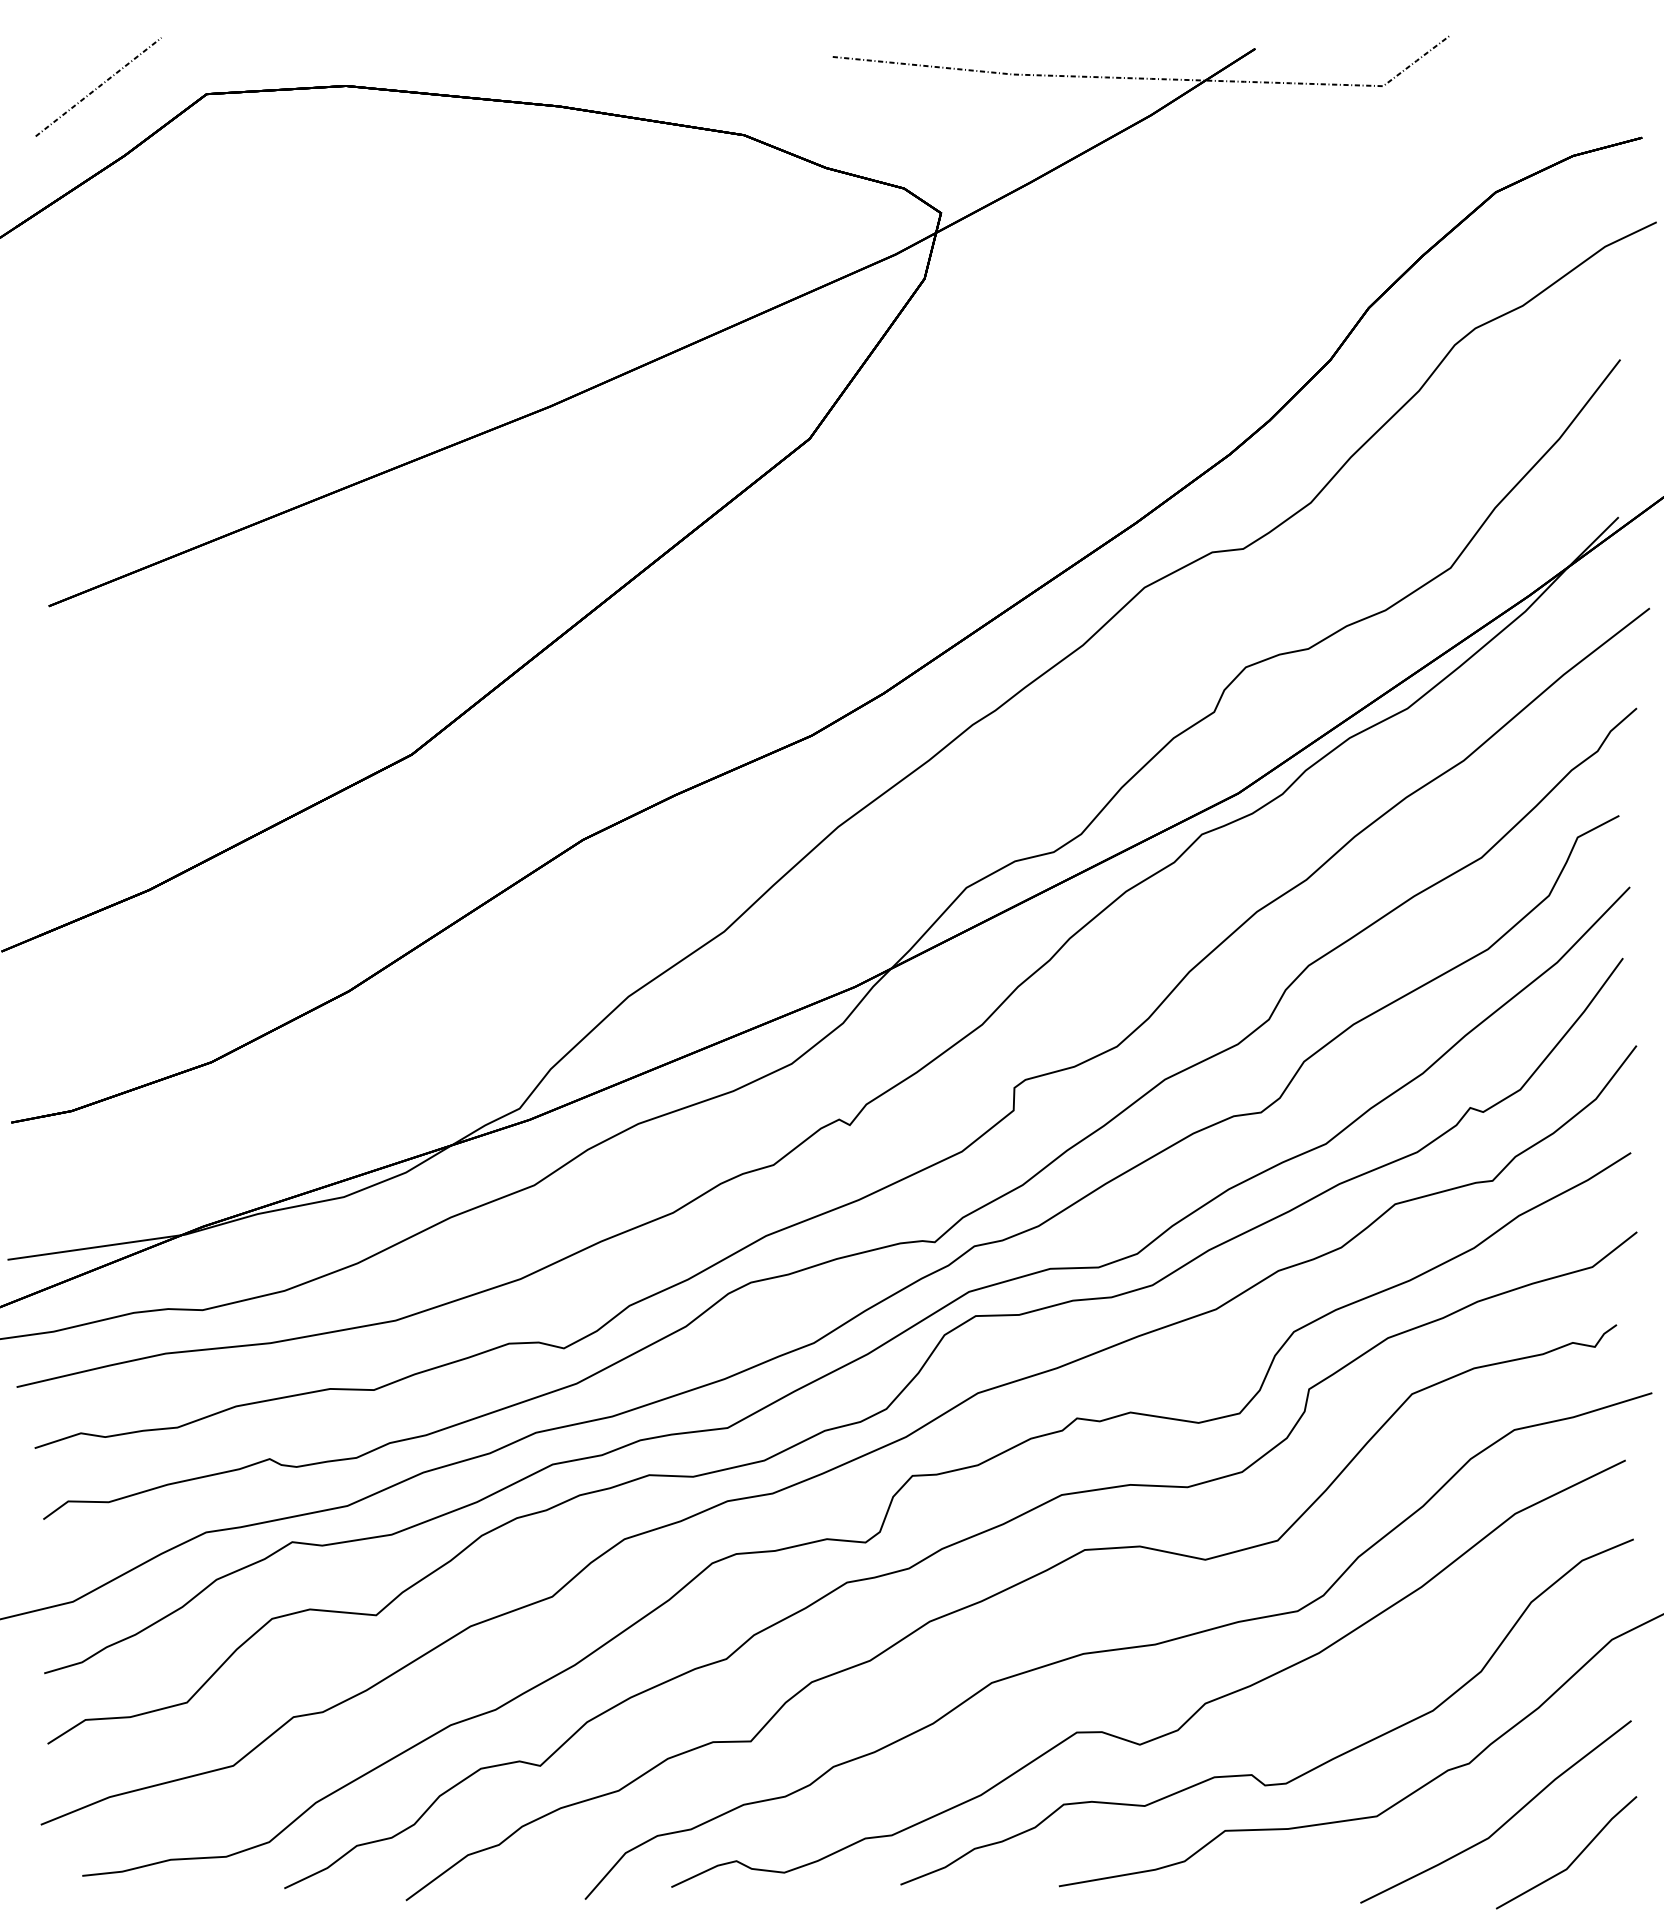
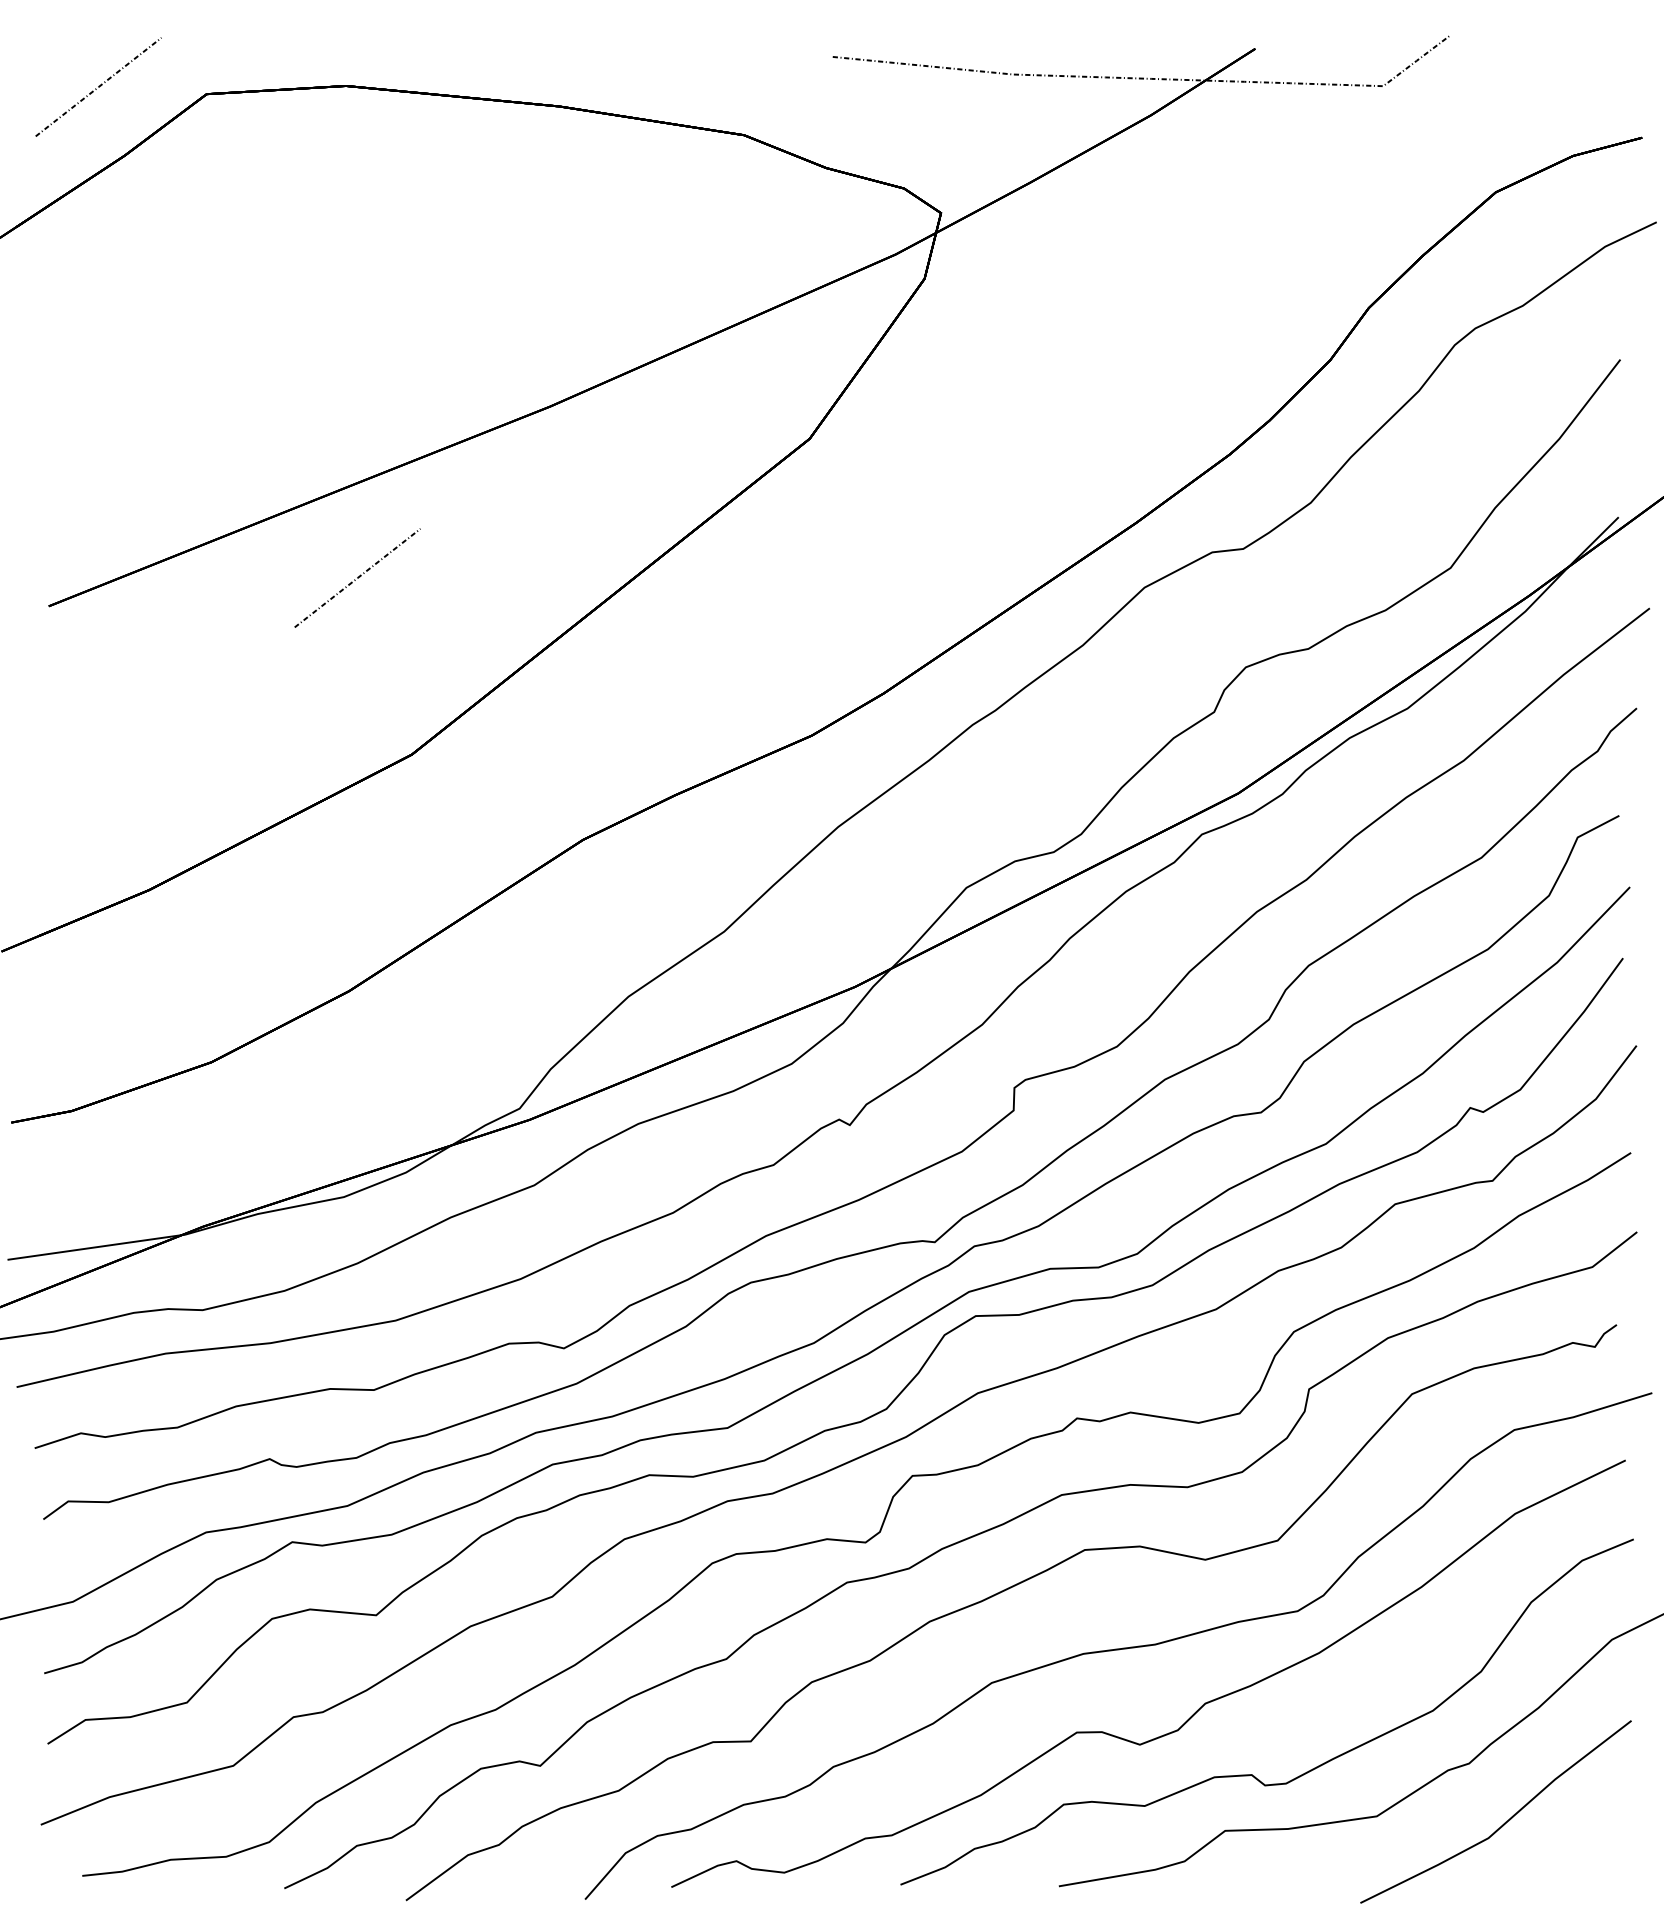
line at (357, 577): none -> present
line at (1575, 1857): present -> none
